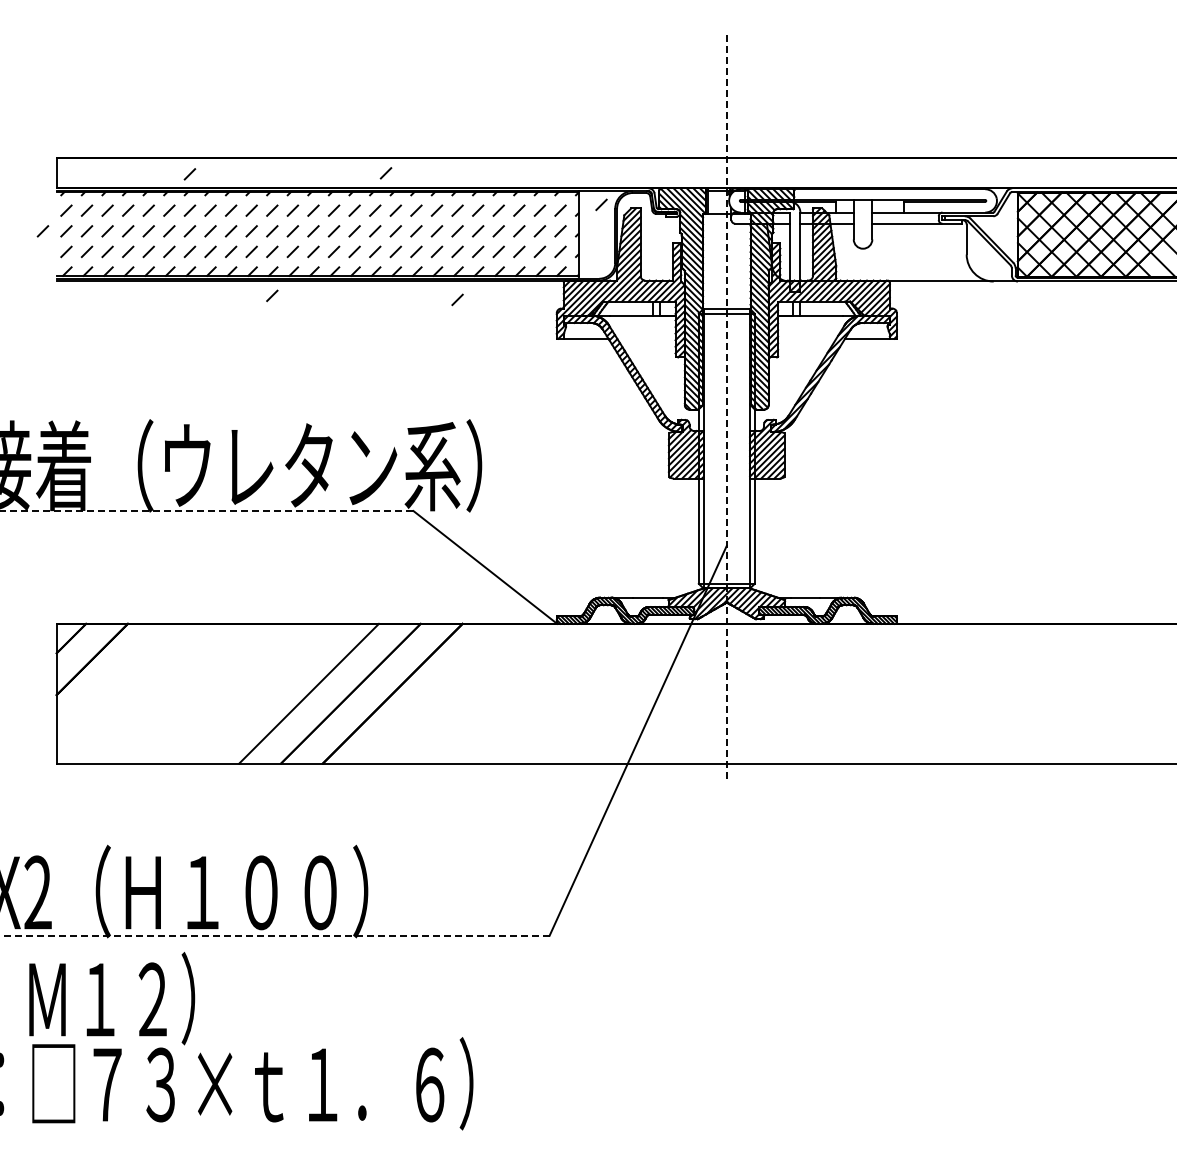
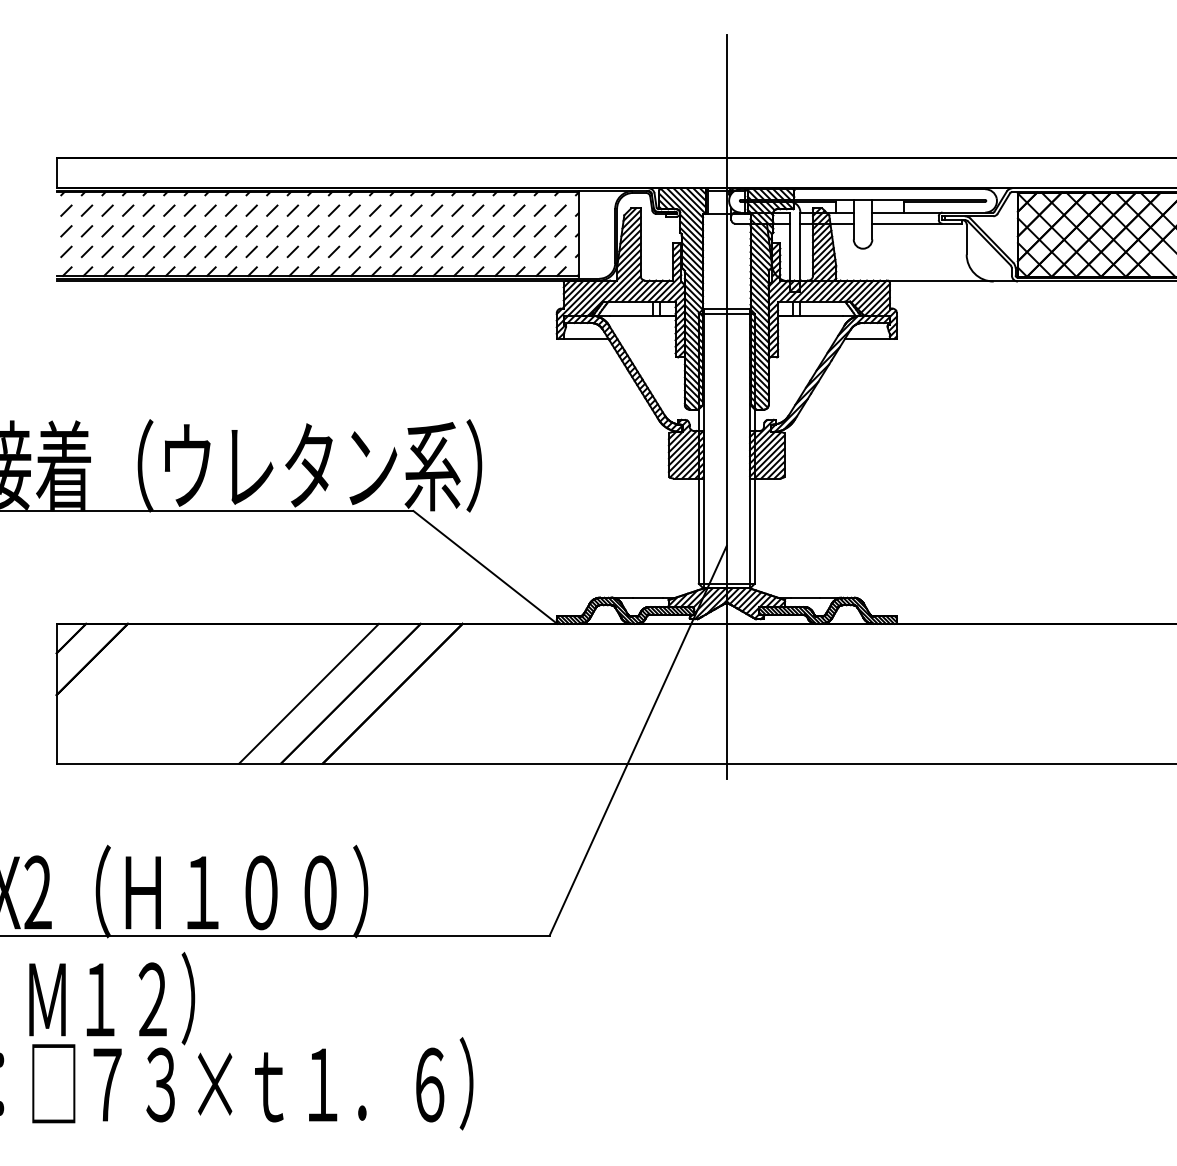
line at (385, 173): present -> none
line at (189, 174): present -> none
line at (601, 204): present -> none
line at (42, 231): present -> none
line at (272, 295): present -> none
line at (457, 299): present -> none
line at (726, 407): dashed -> solid
line at (206, 511): dashed -> solid
line at (274, 935): dashed -> solid
